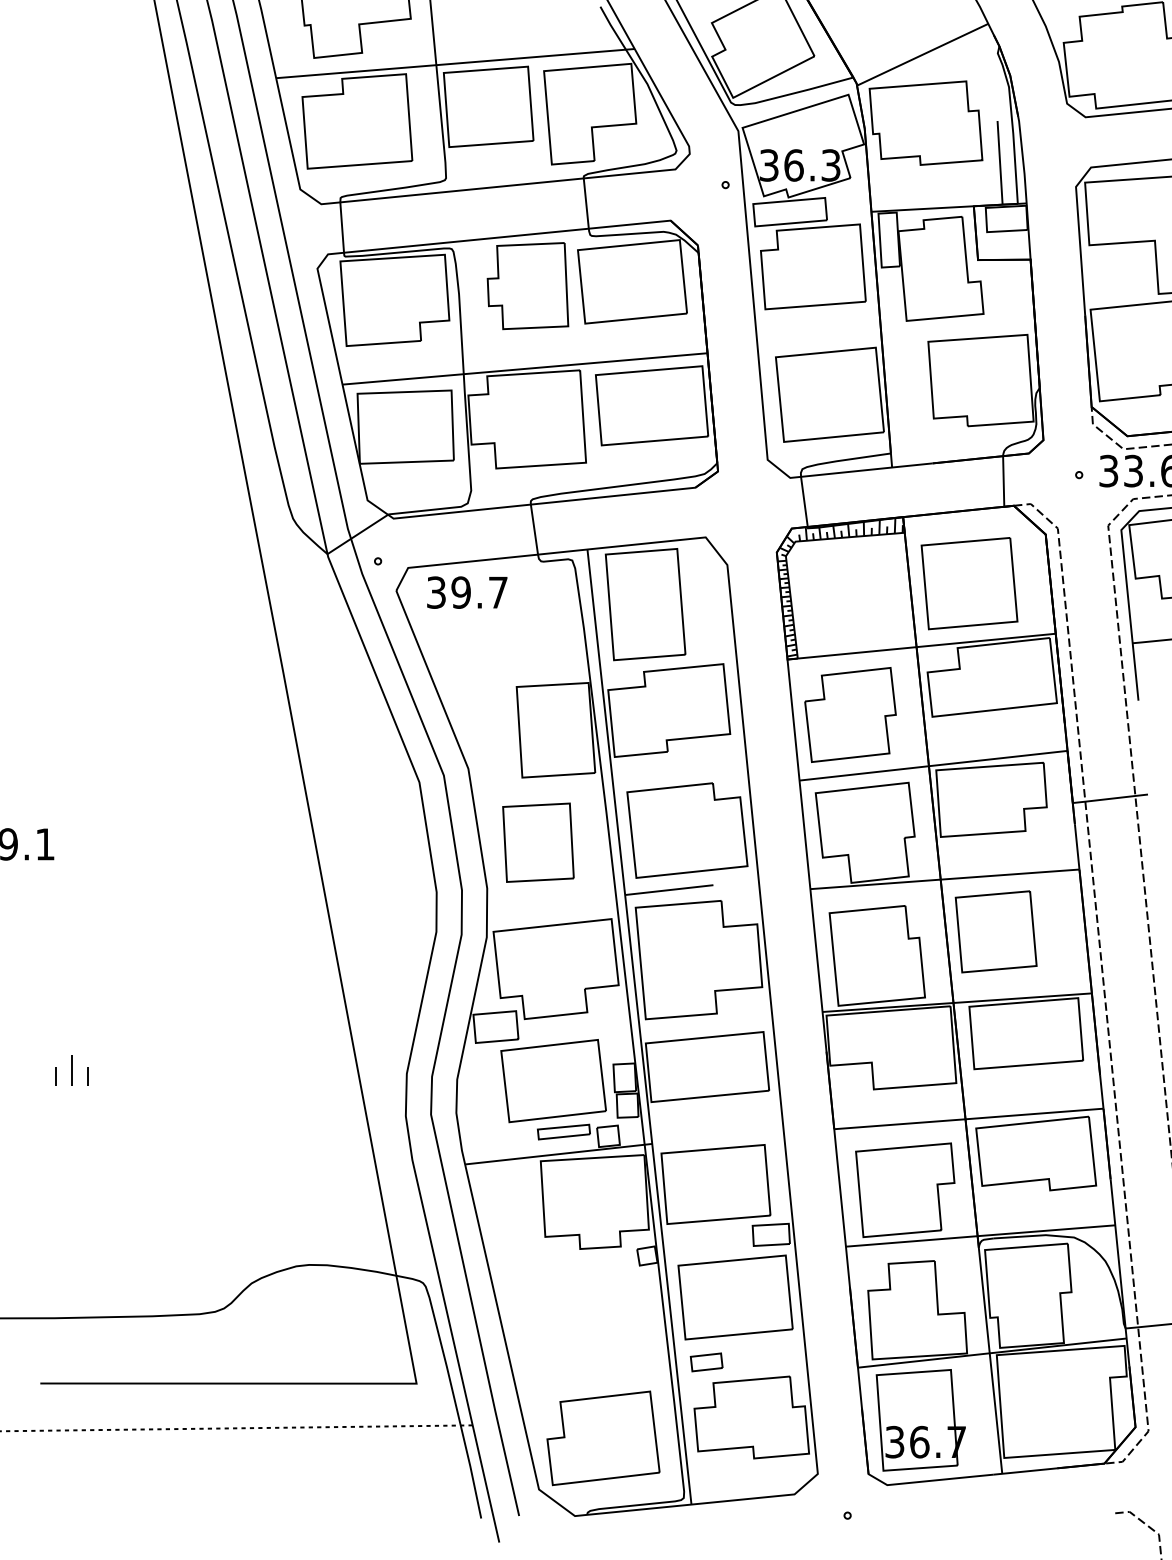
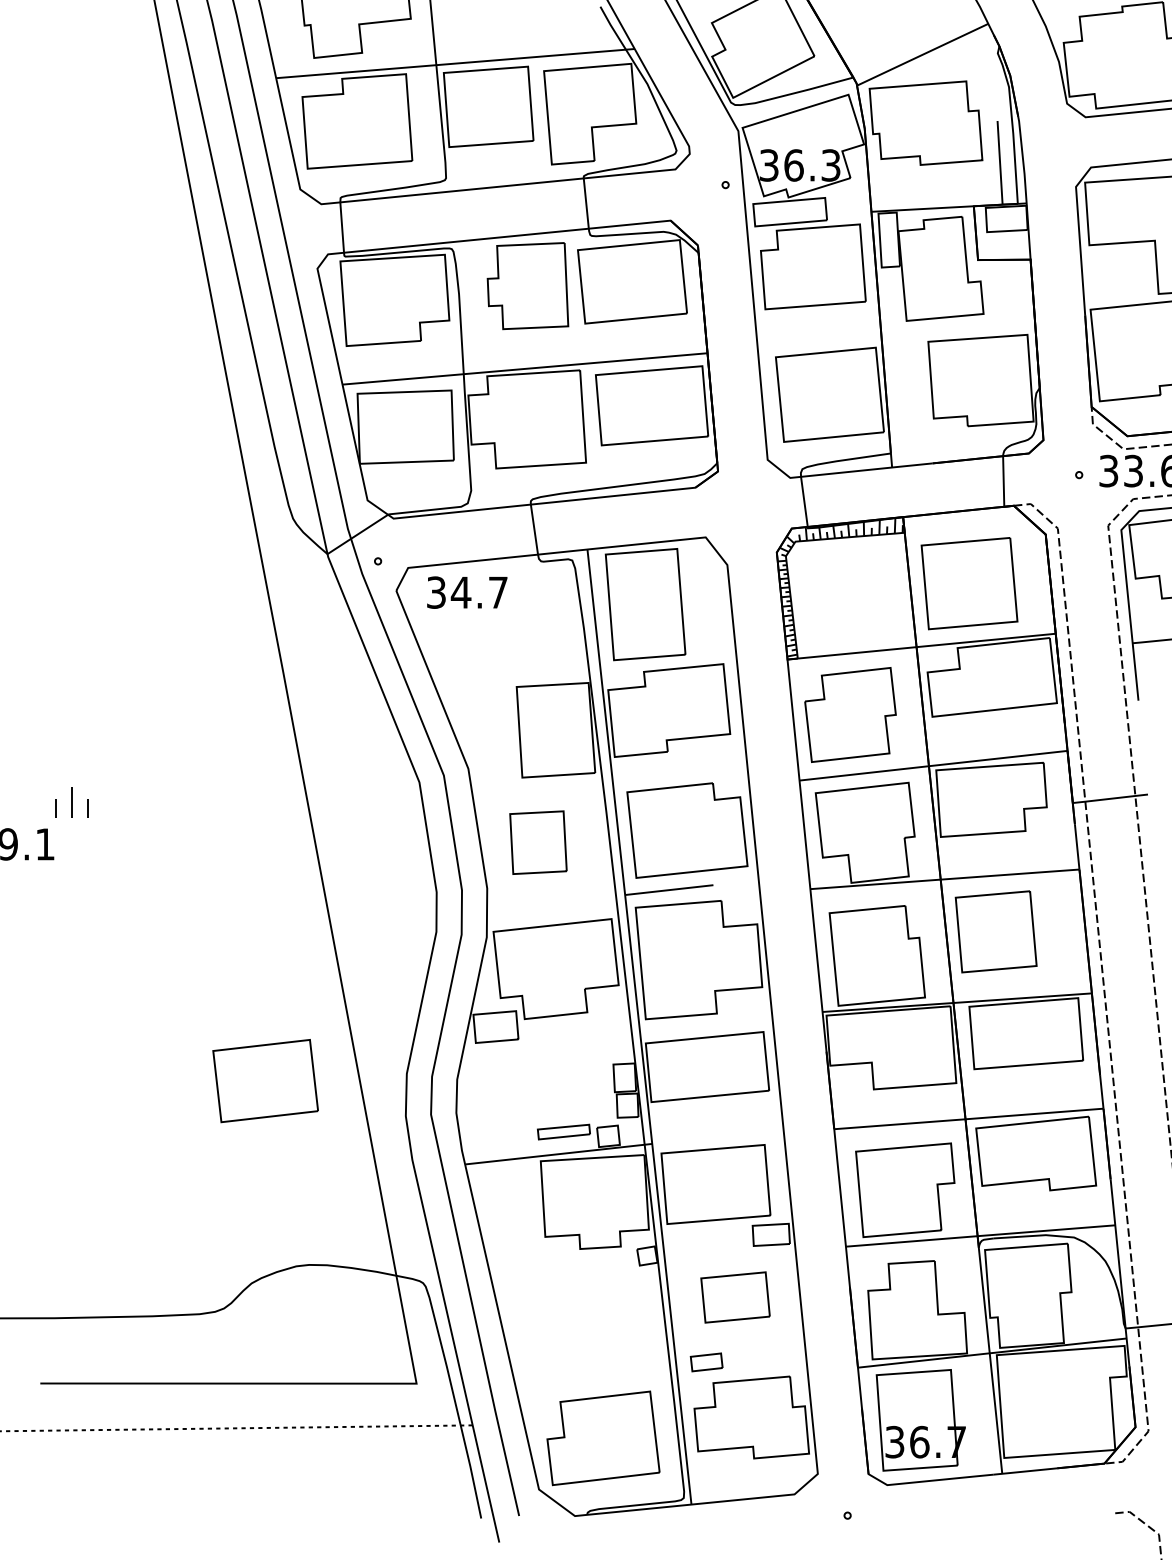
text at (460, 592): 39.7 -> 34.7
part at (538, 842) size: 73x81 px -> 59x65 px
part at (71, 1070) position: (71, 1070) -> (71, 802)
part at (553, 1081) position: (553, 1081) -> (265, 1081)
part at (735, 1297) size: 117x87 px -> 71x53 px
